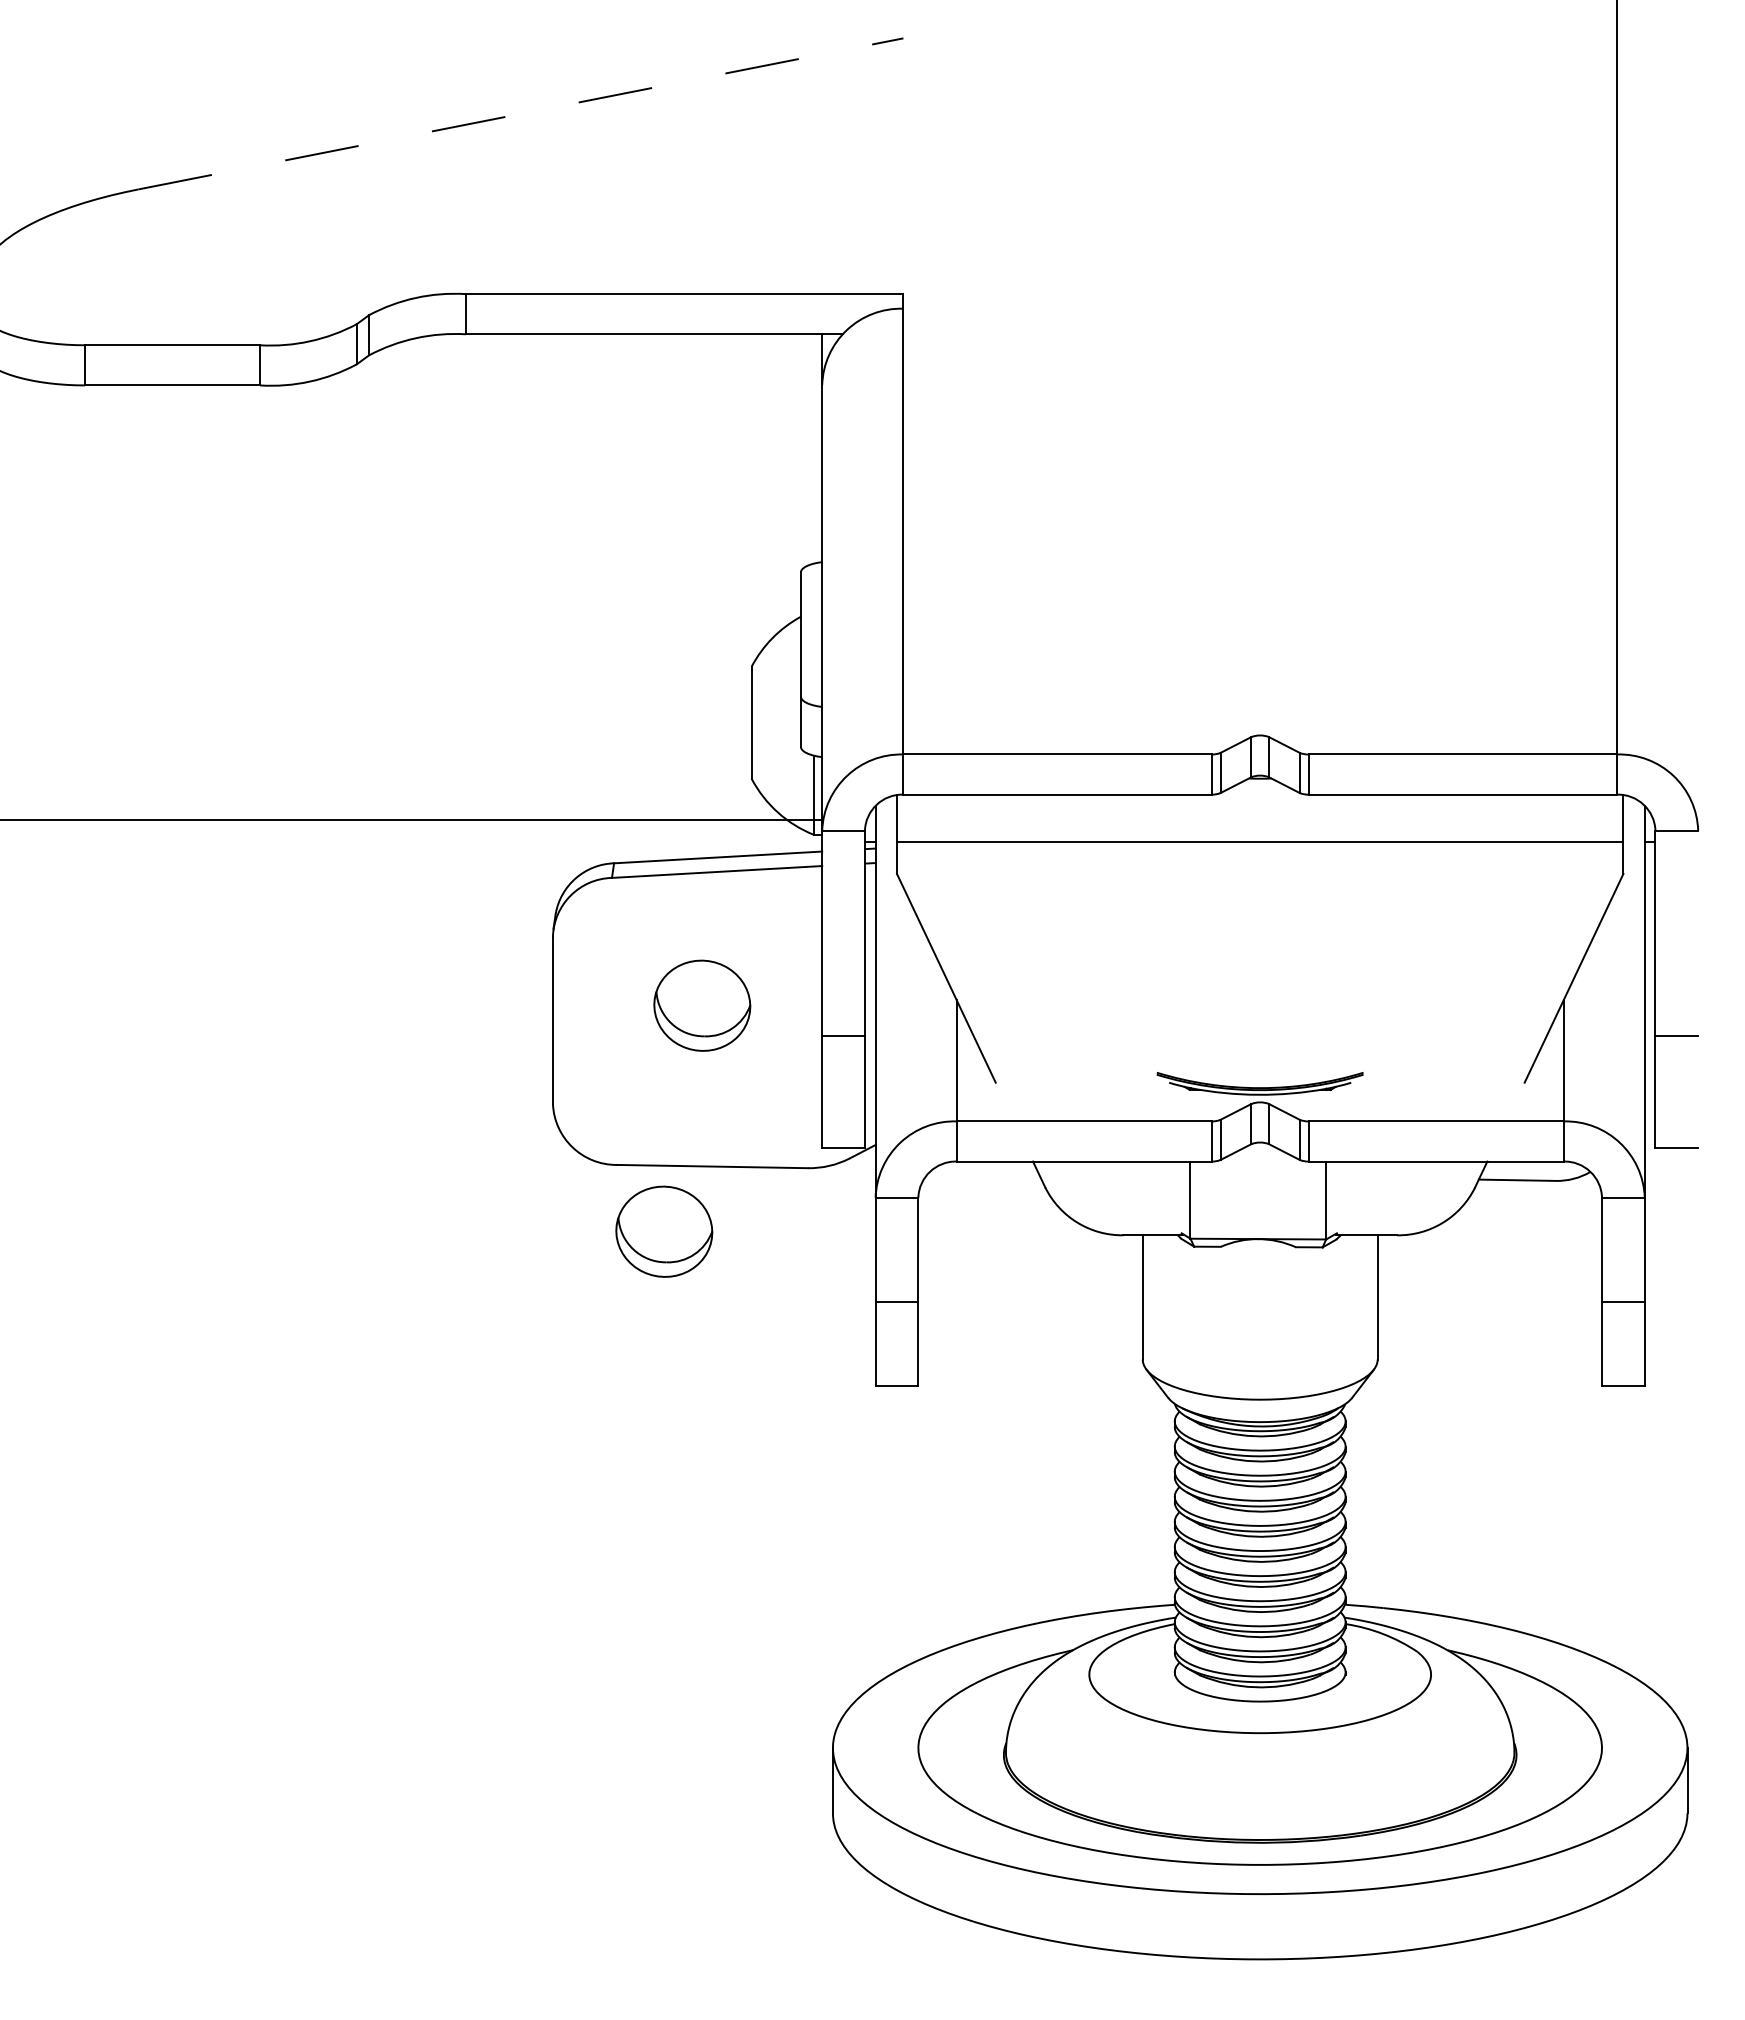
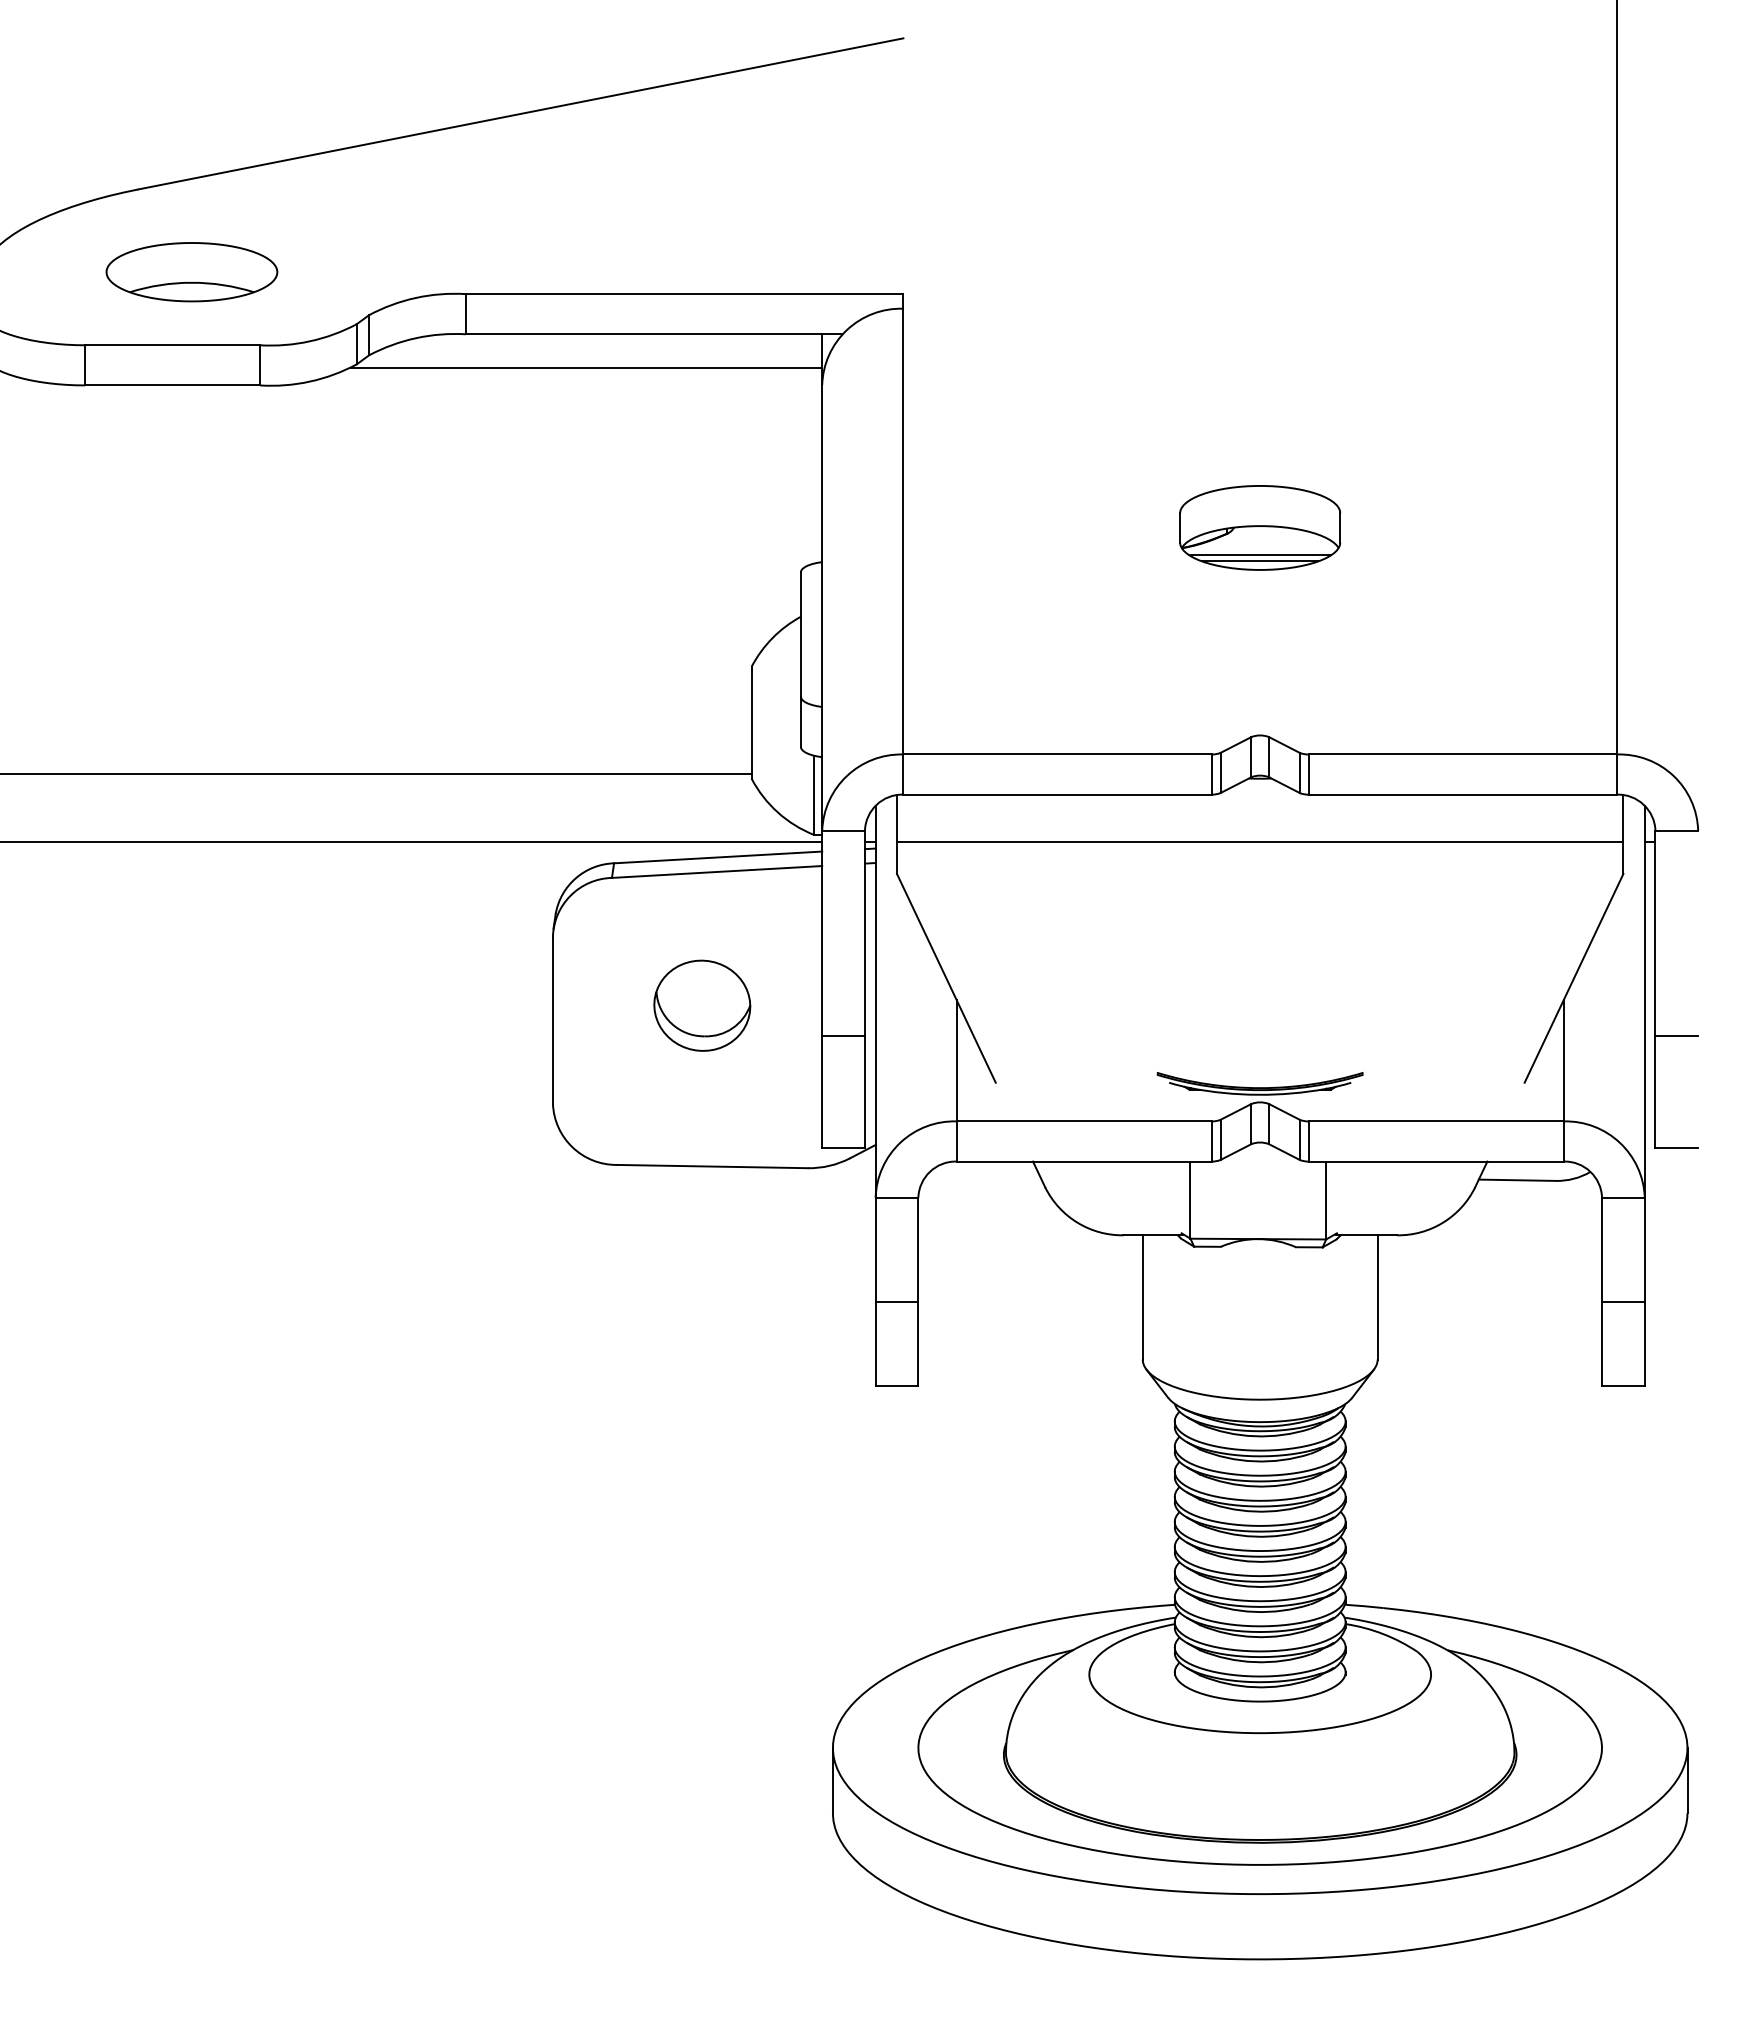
line at (520, 113): dashed -> solid
part at (191, 272): none -> present
line at (586, 368): none -> present
part at (1260, 527): none -> present
line at (376, 773): none -> present
line at (412, 820) position: (412, 820) -> (412, 842)
part at (664, 1231): present -> none
